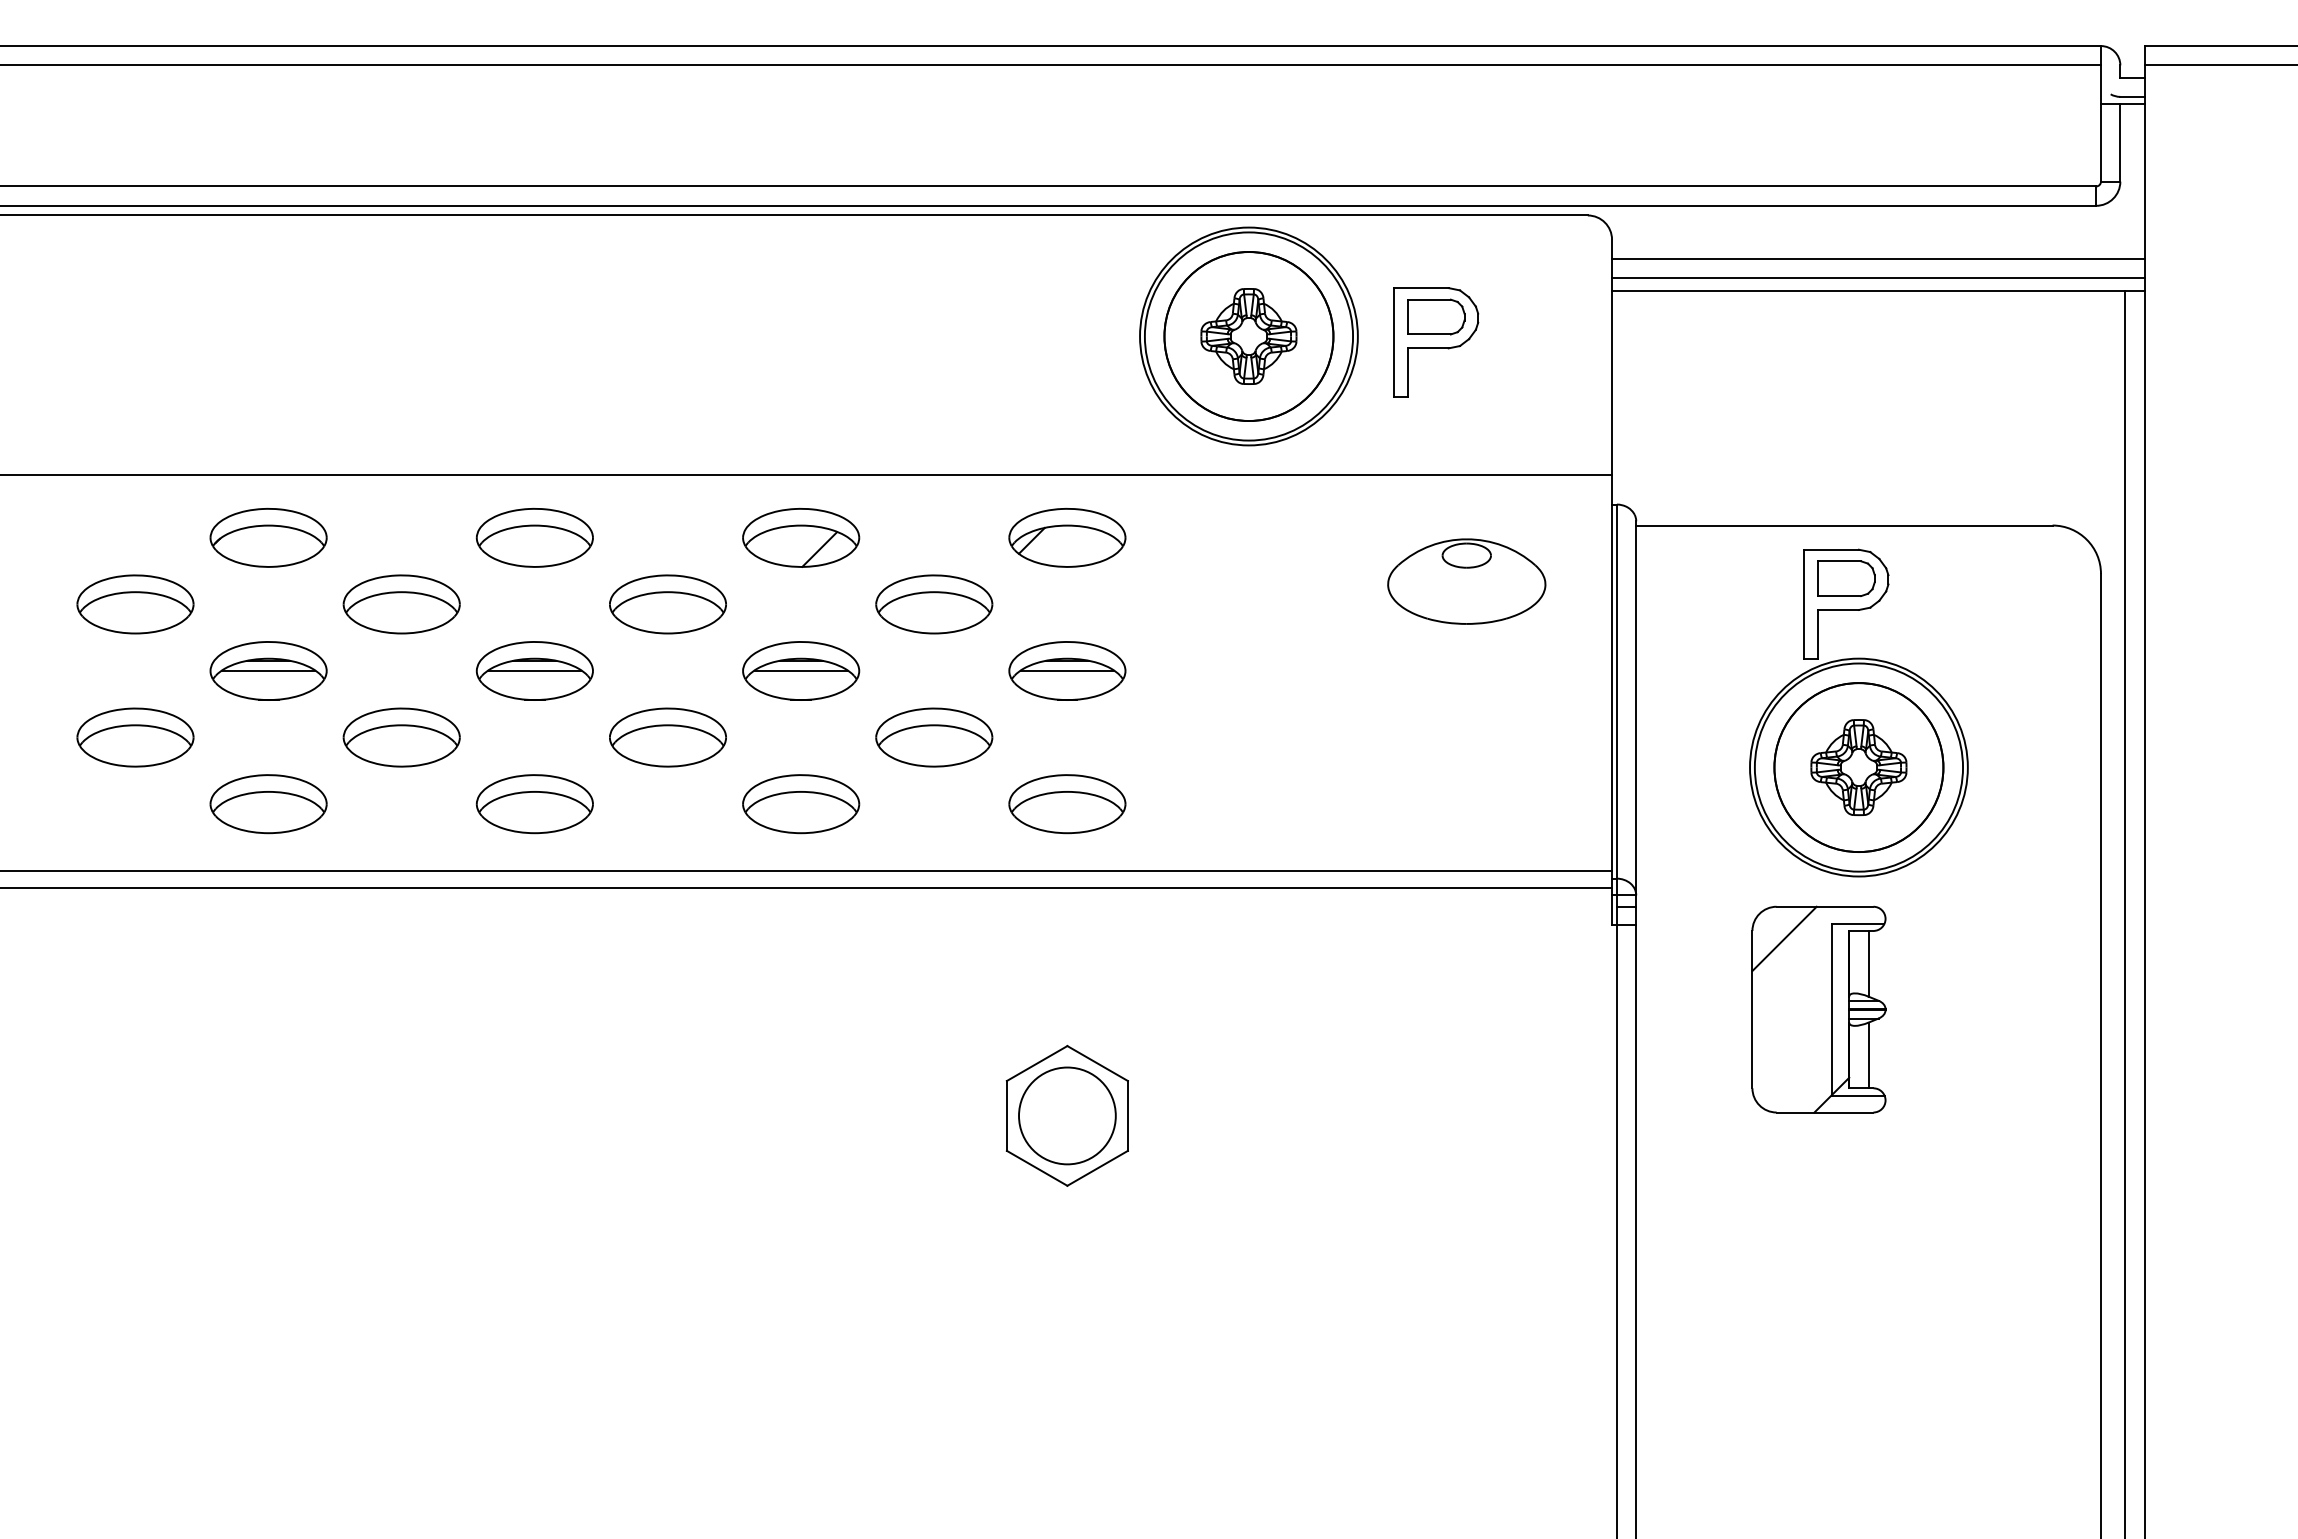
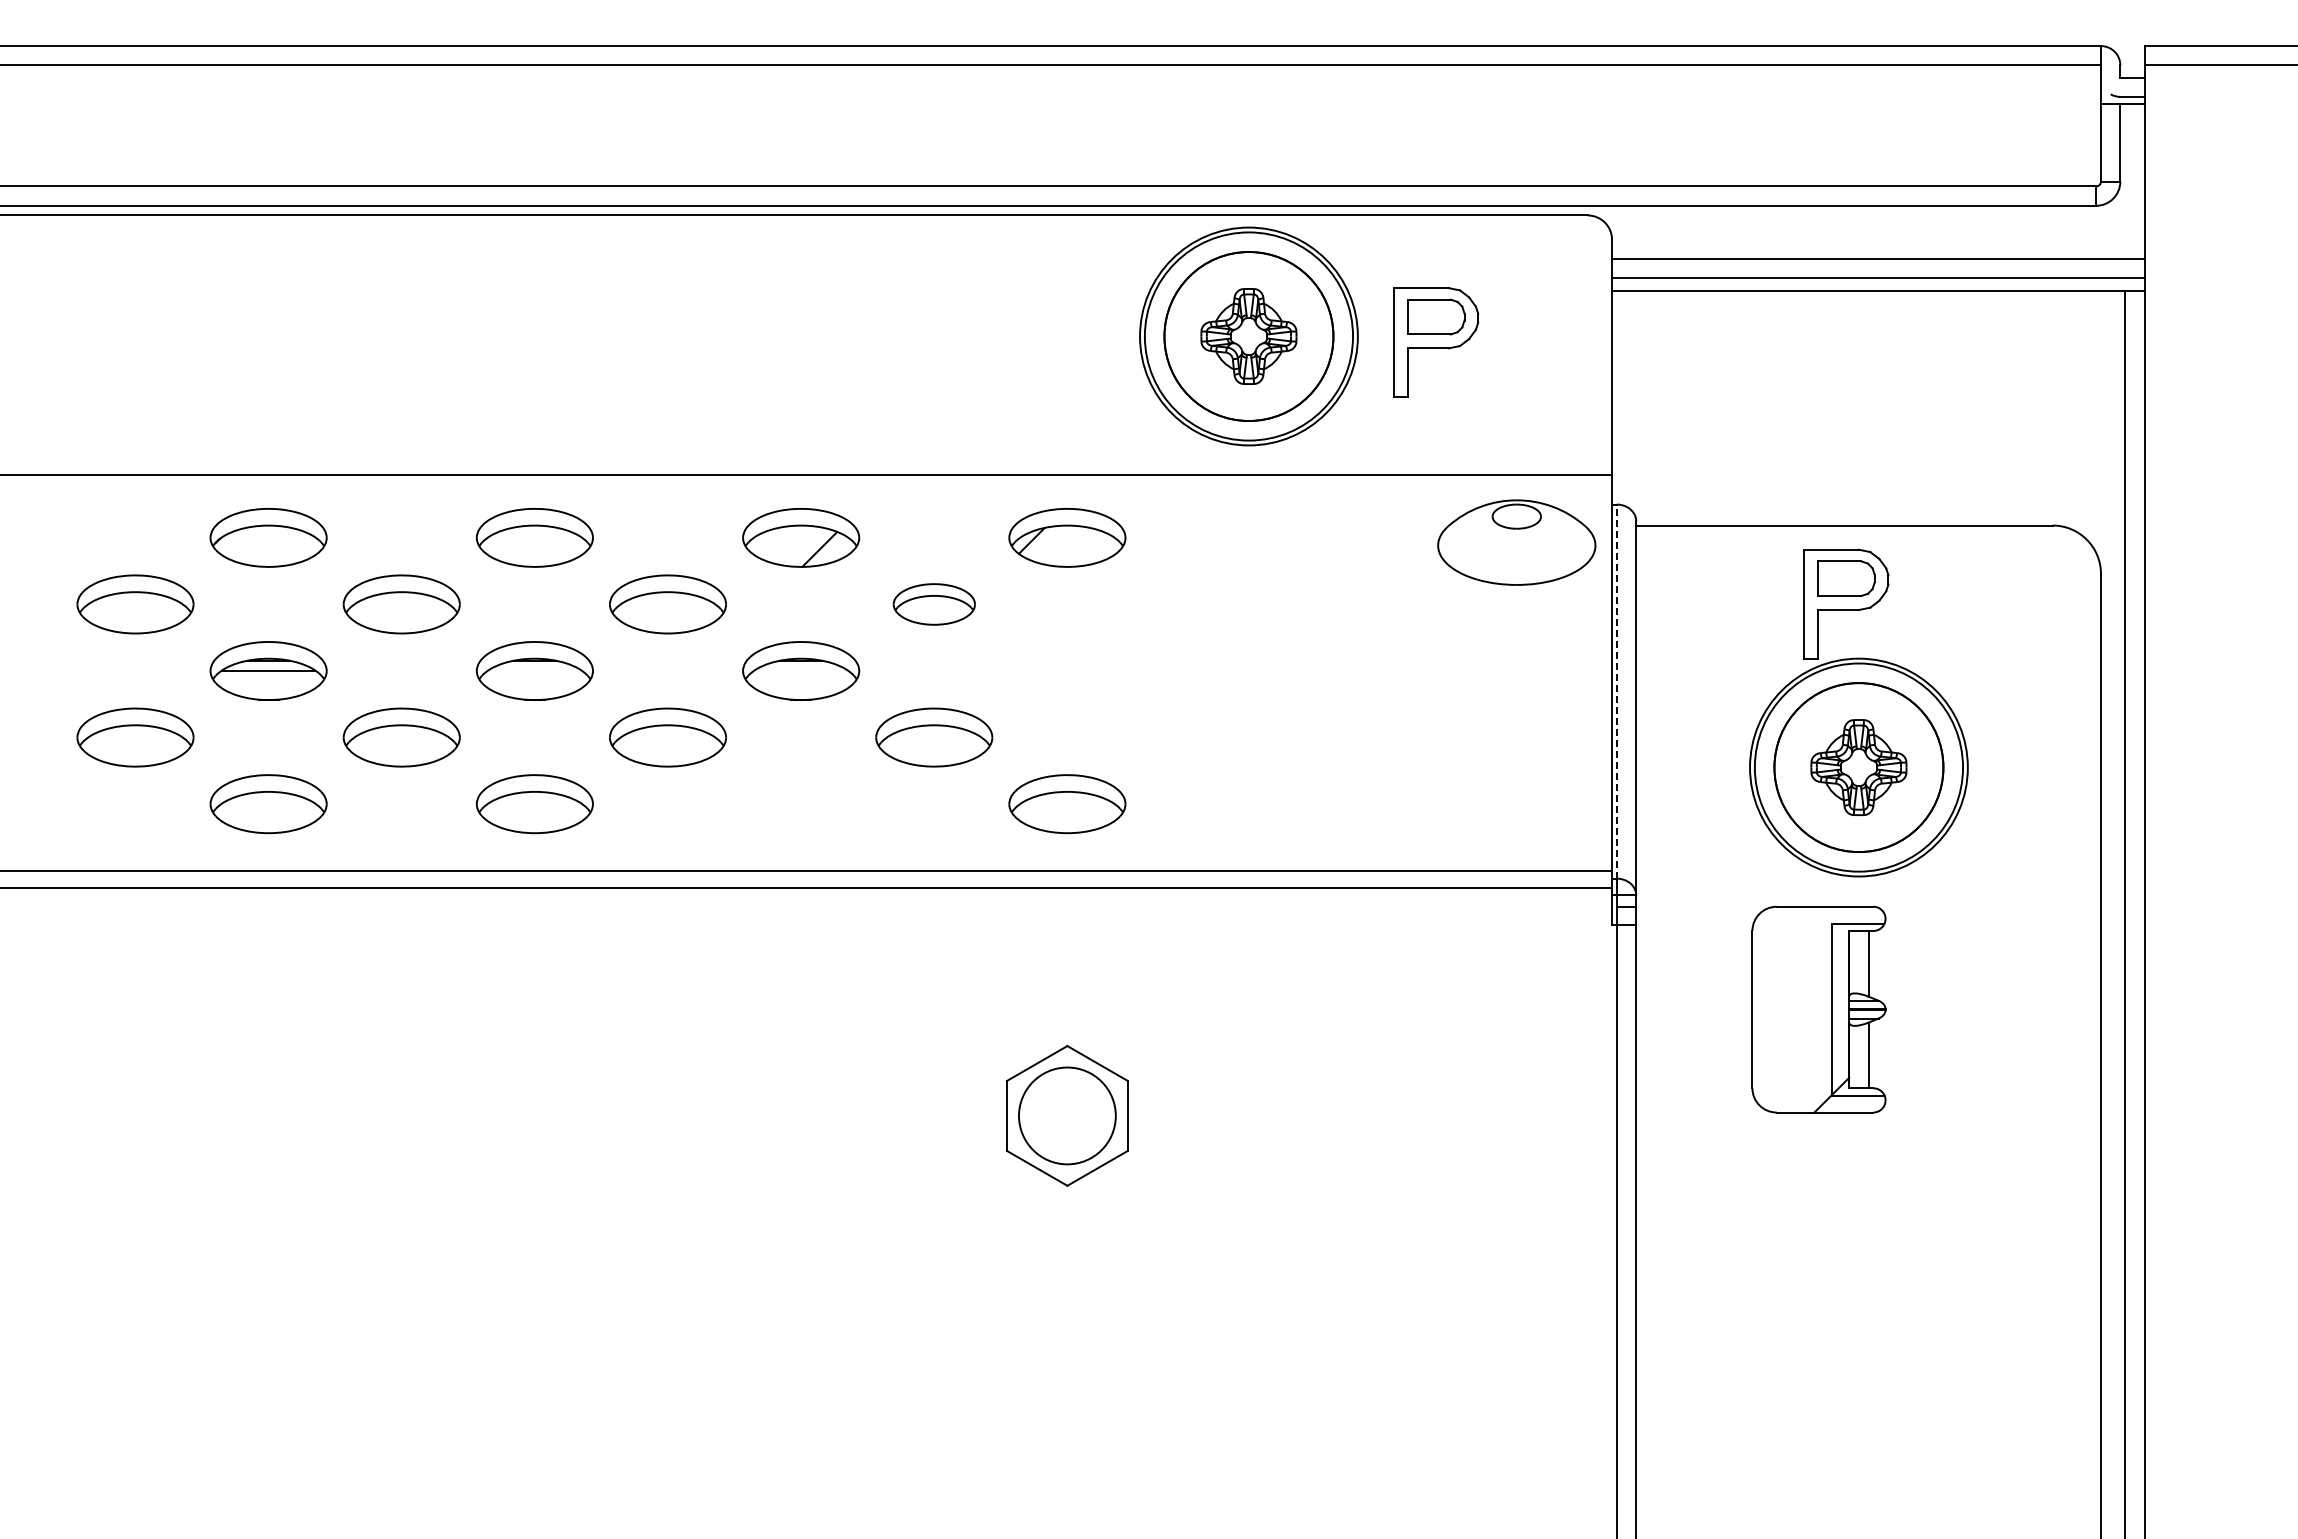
part at (1466, 581) position: (1466, 581) -> (1516, 542)
part at (934, 604) size: 119x61 px -> 84x43 px
line at (534, 670): present -> none
line at (800, 670): present -> none
part at (1067, 670): present -> none
line at (1616, 691): solid -> dashed
part at (801, 804): present -> none
line at (1784, 938): present -> none
